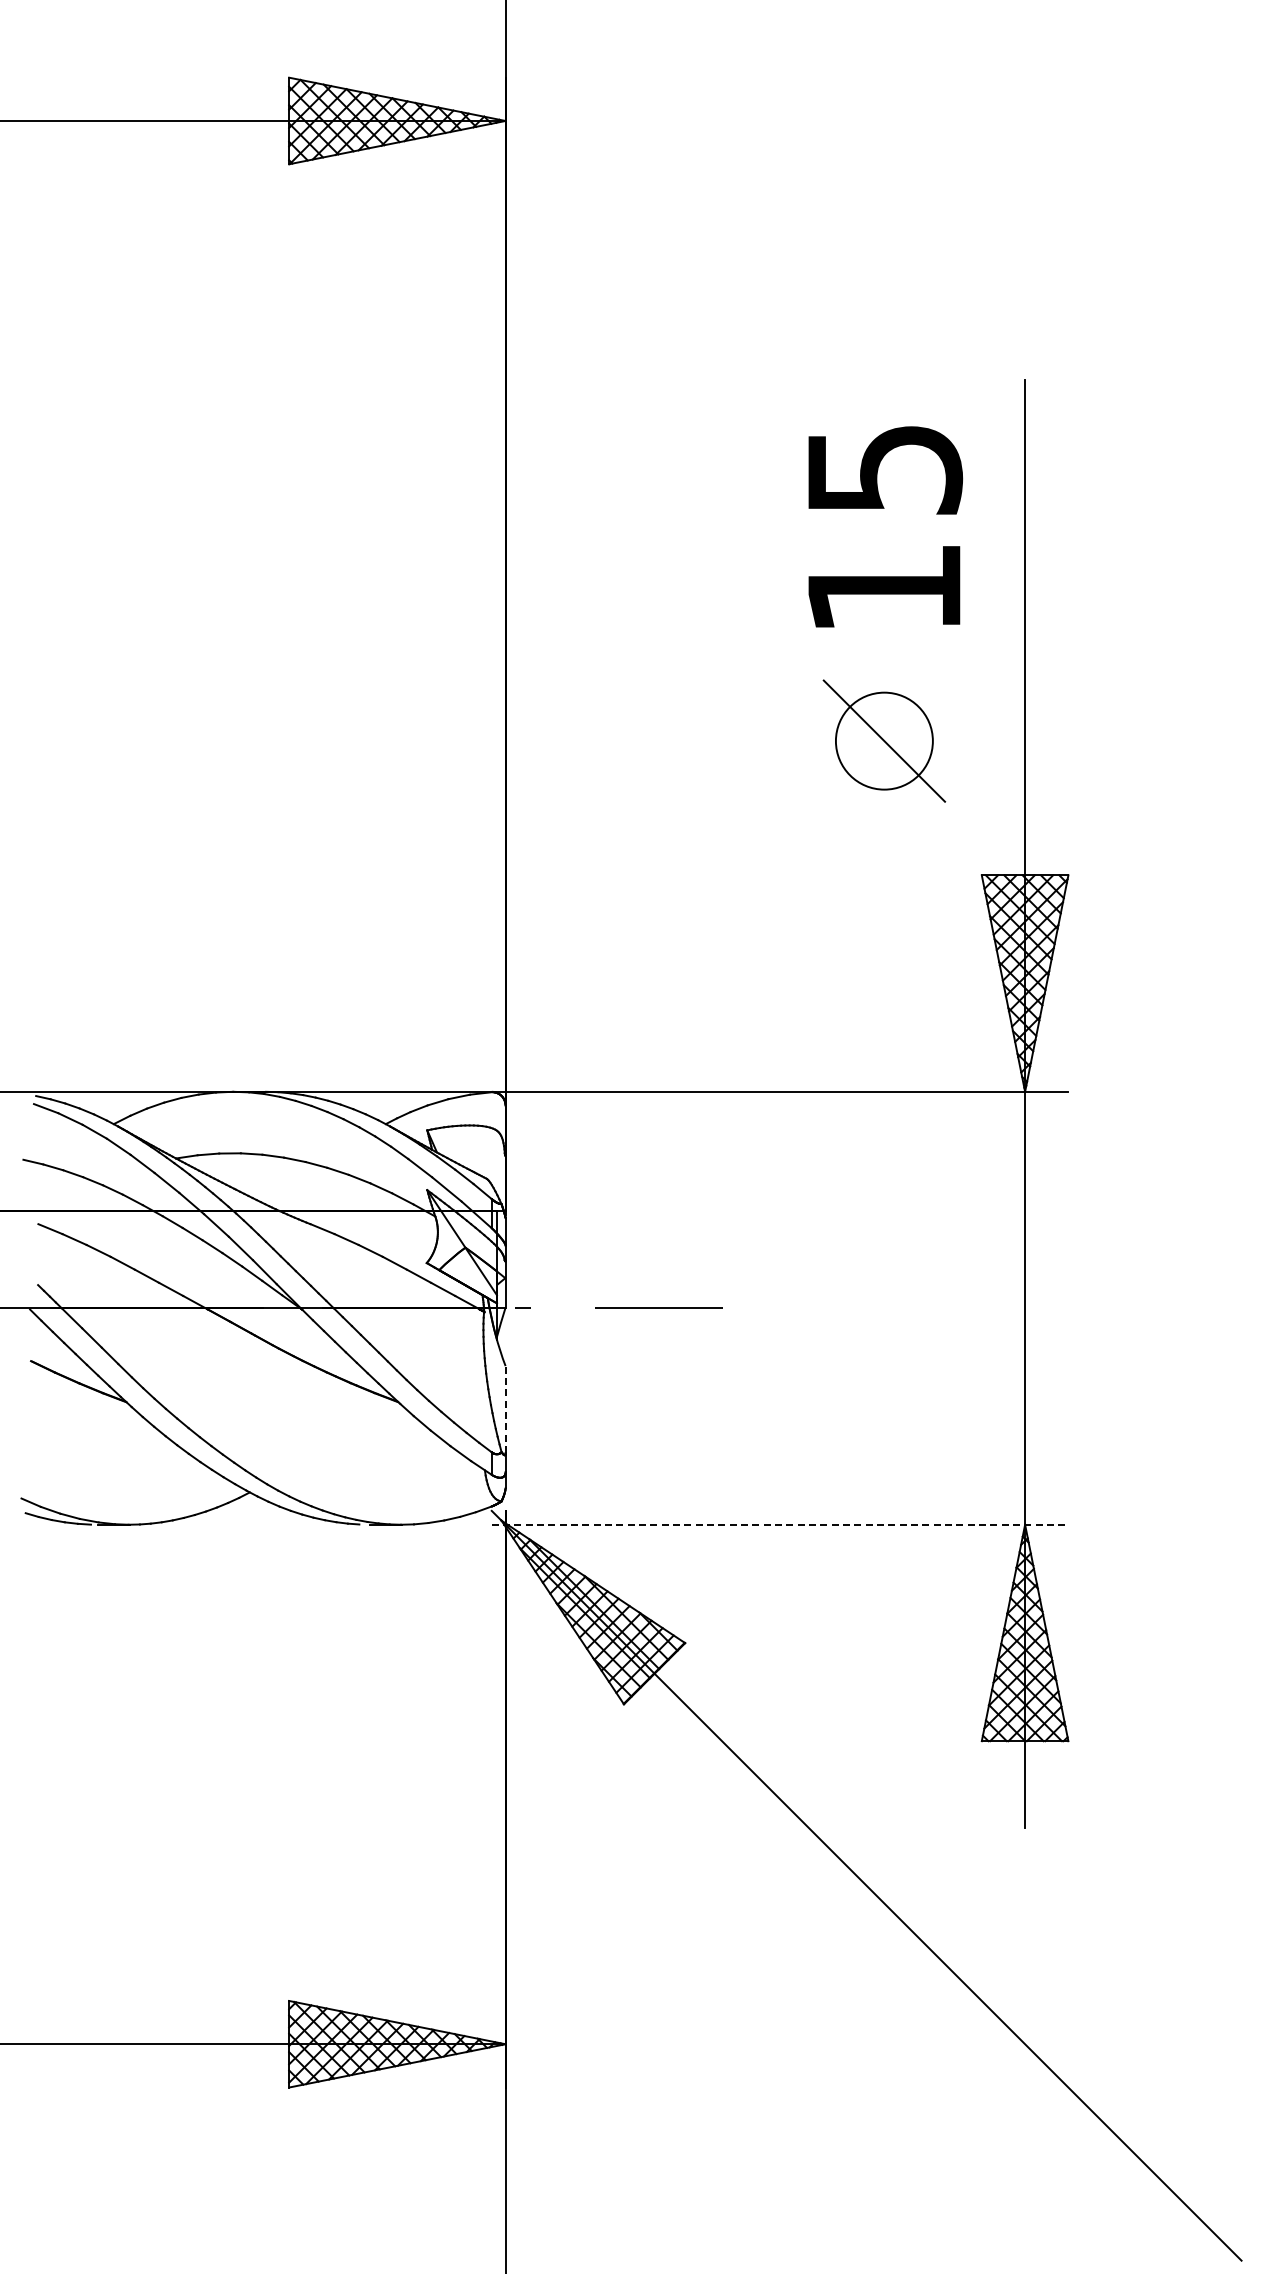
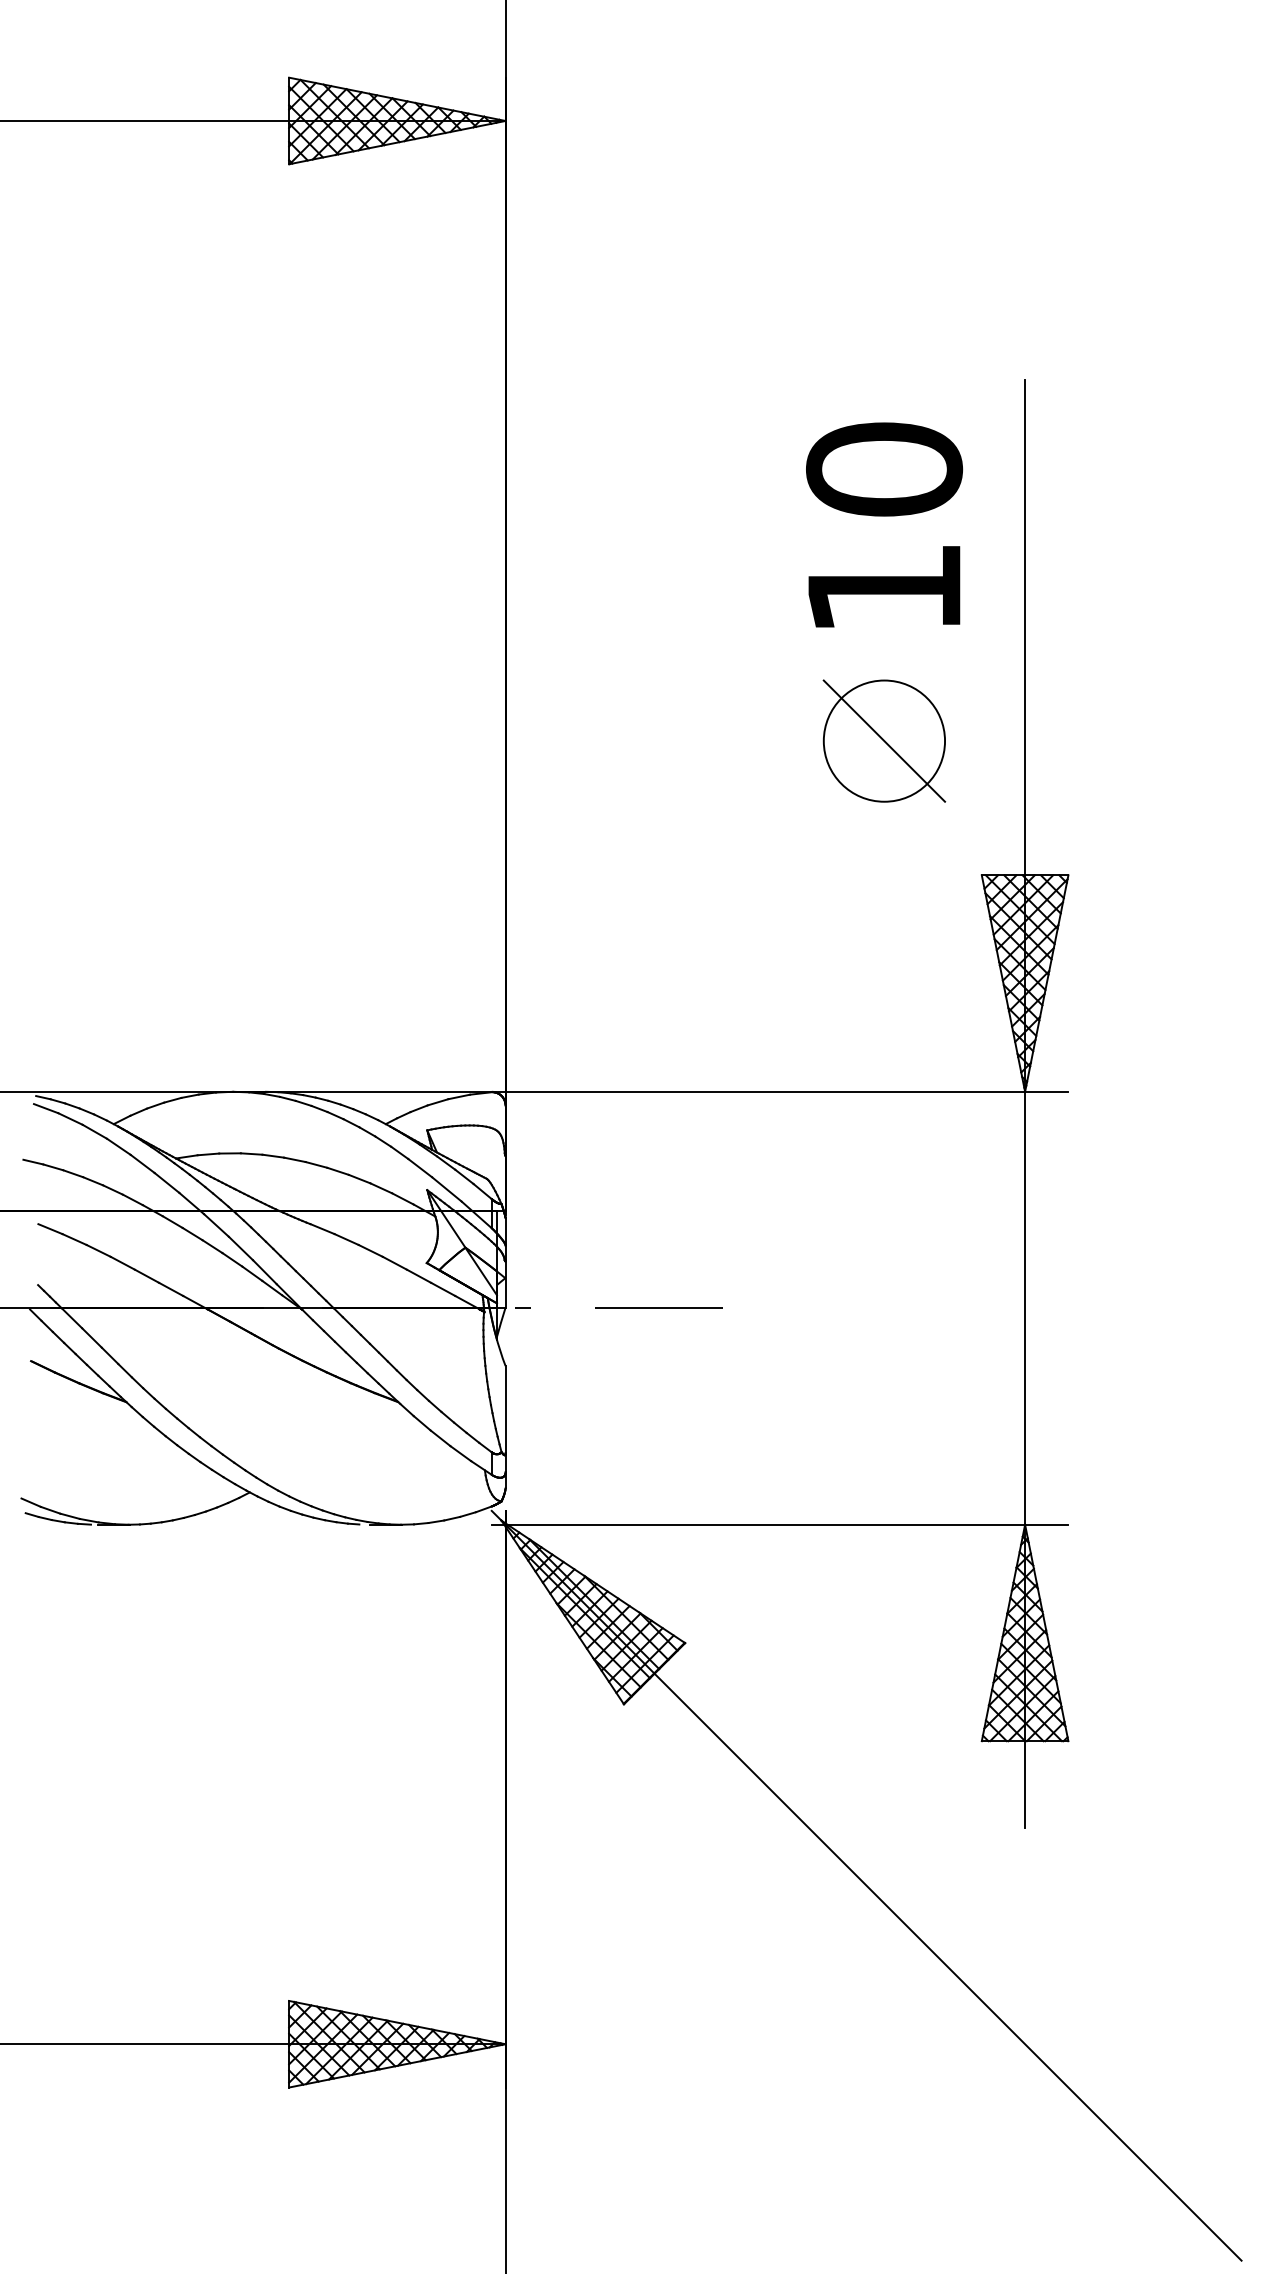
text at (884, 469): 15 -> 10
circle at (883, 740) diameter: 97 px -> 121 px
line at (505, 1409): dashed -> solid
line at (780, 1524): dashed -> solid
